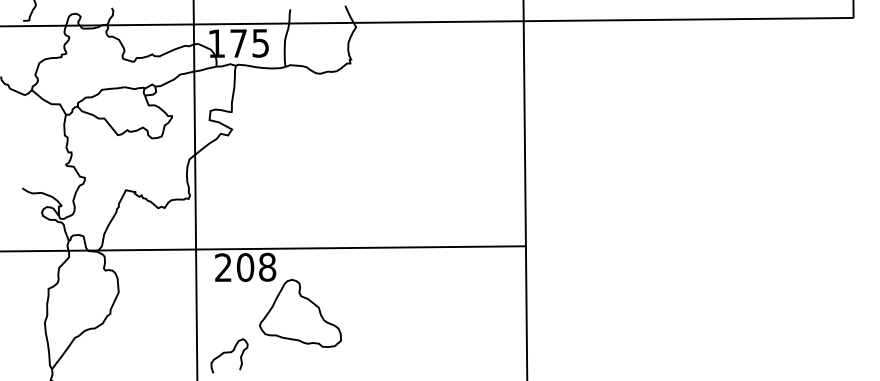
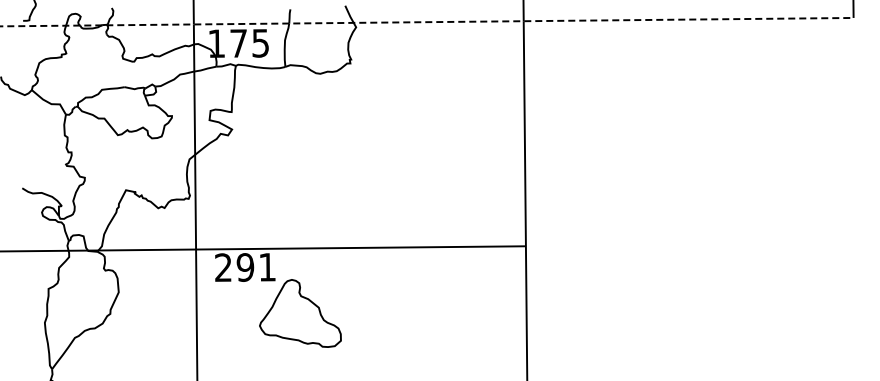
line at (427, 22): solid -> dashed
text at (256, 266): 208 -> 291
curve at (229, 353): present -> none
